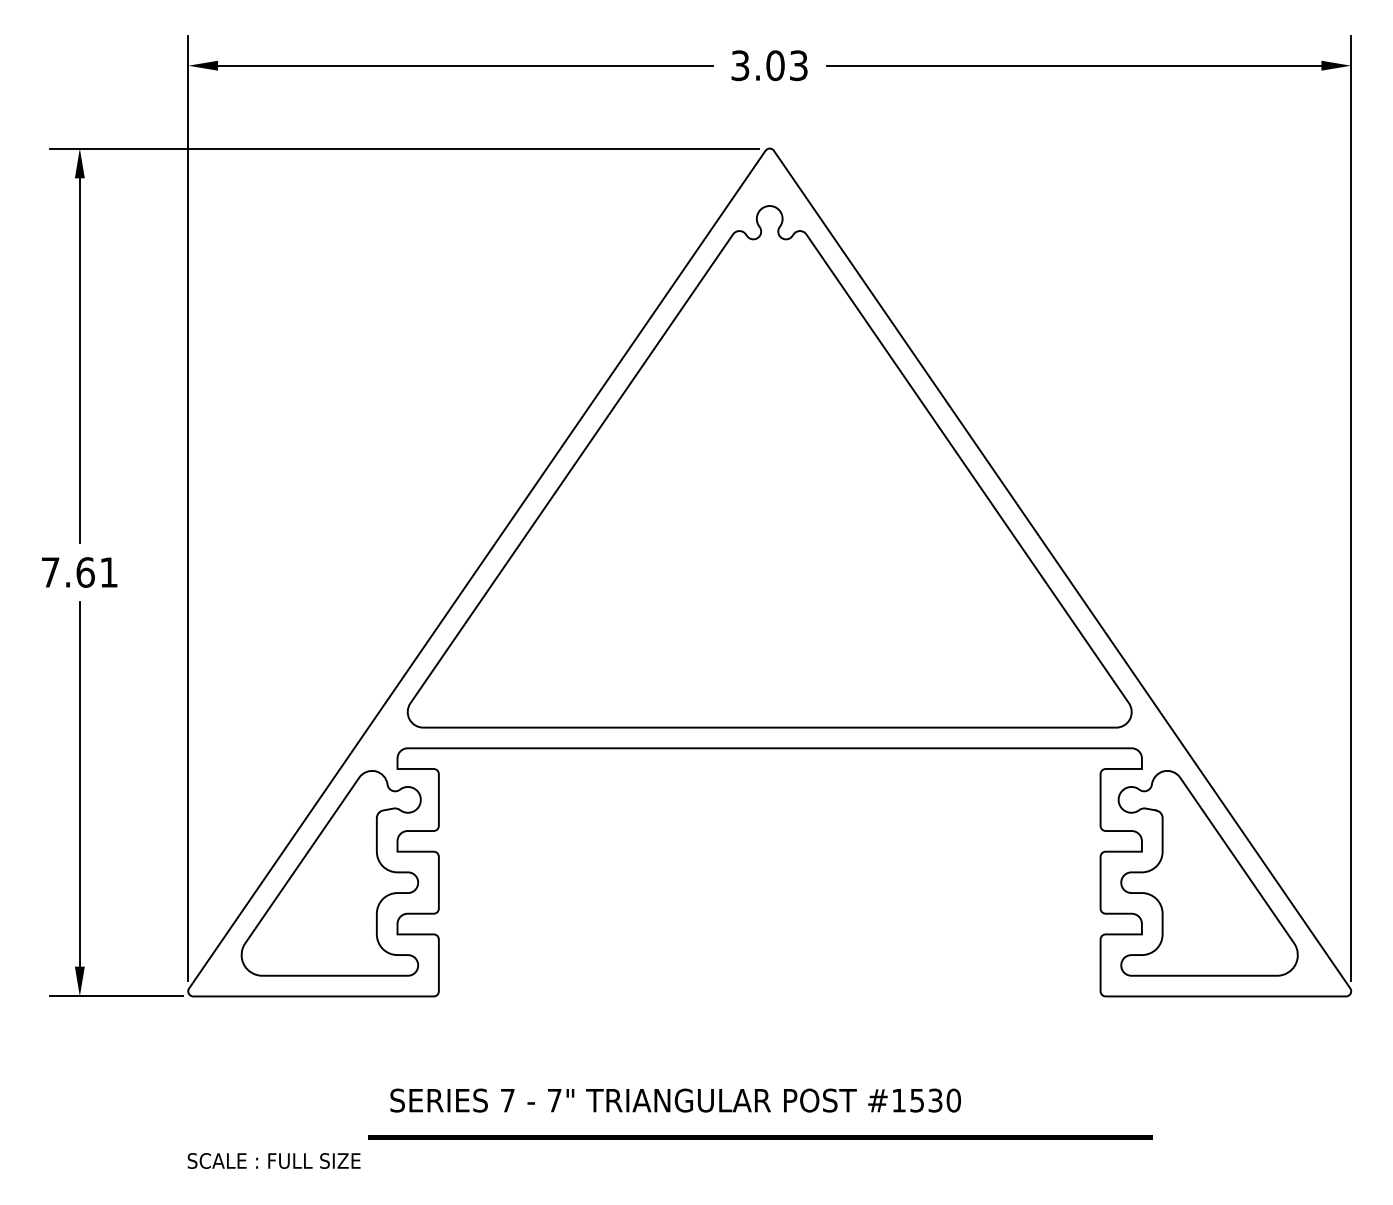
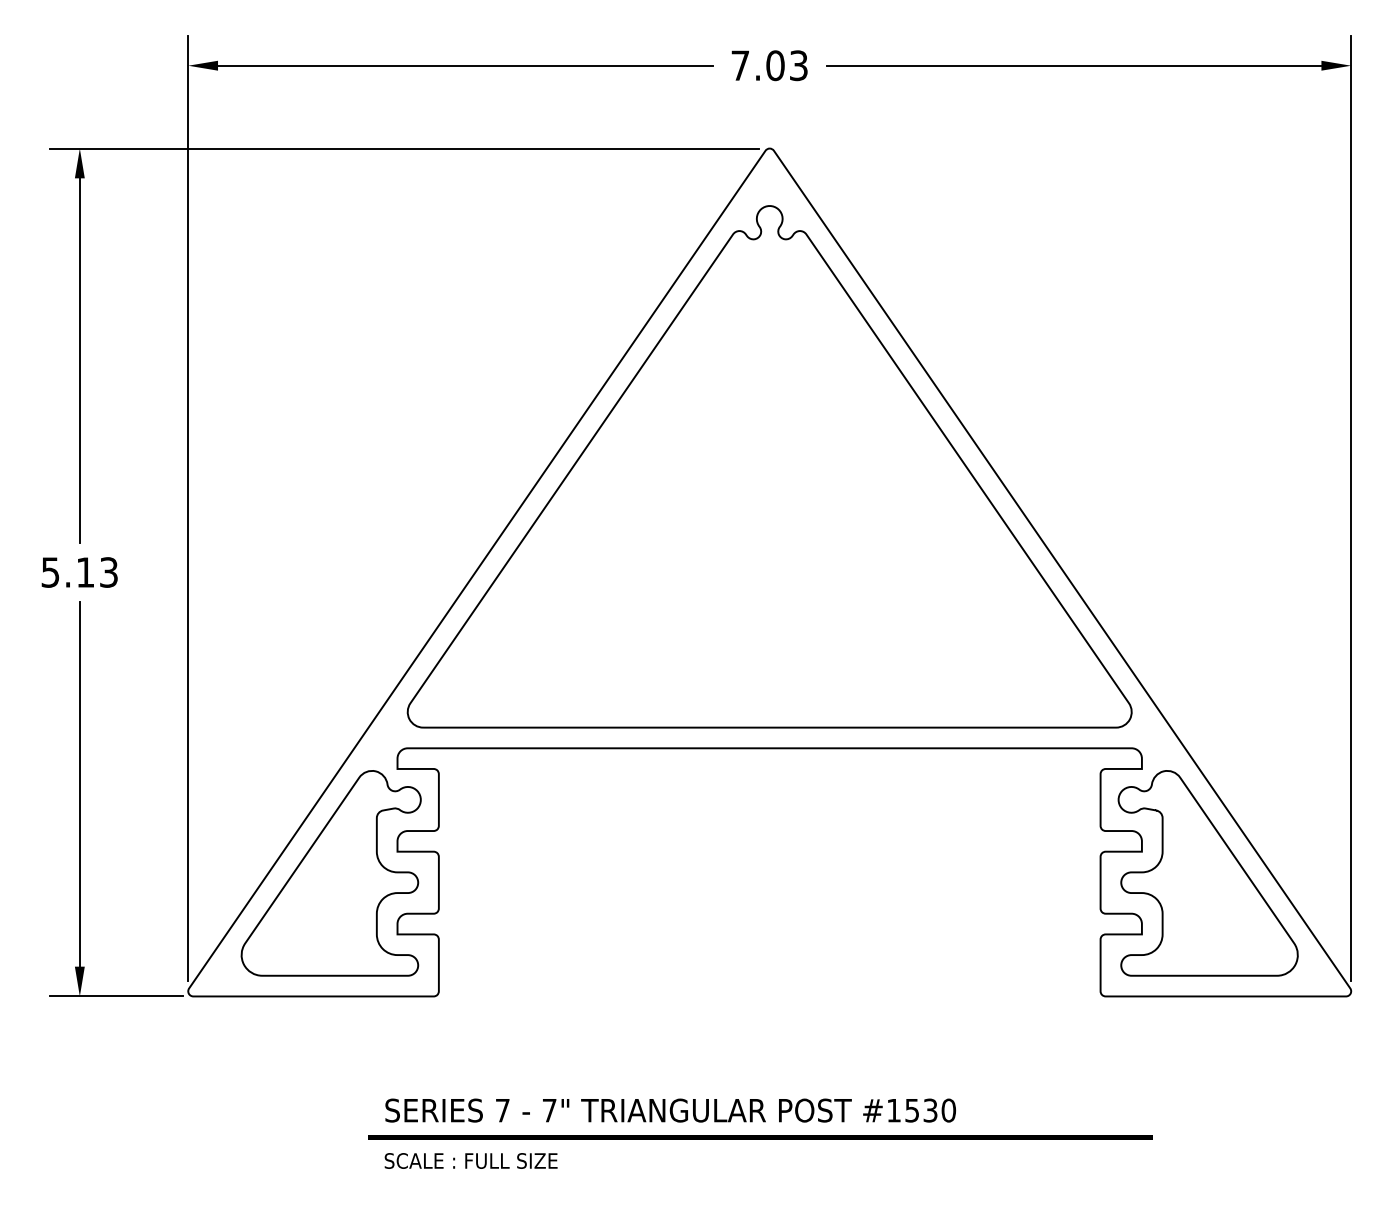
text at (740, 65): 3.03 -> 7.03
text at (79, 572): 7.61 -> 5.13
text at (675, 1100) position: (675, 1100) -> (670, 1110)
text at (273, 1160) position: (273, 1160) -> (470, 1160)
